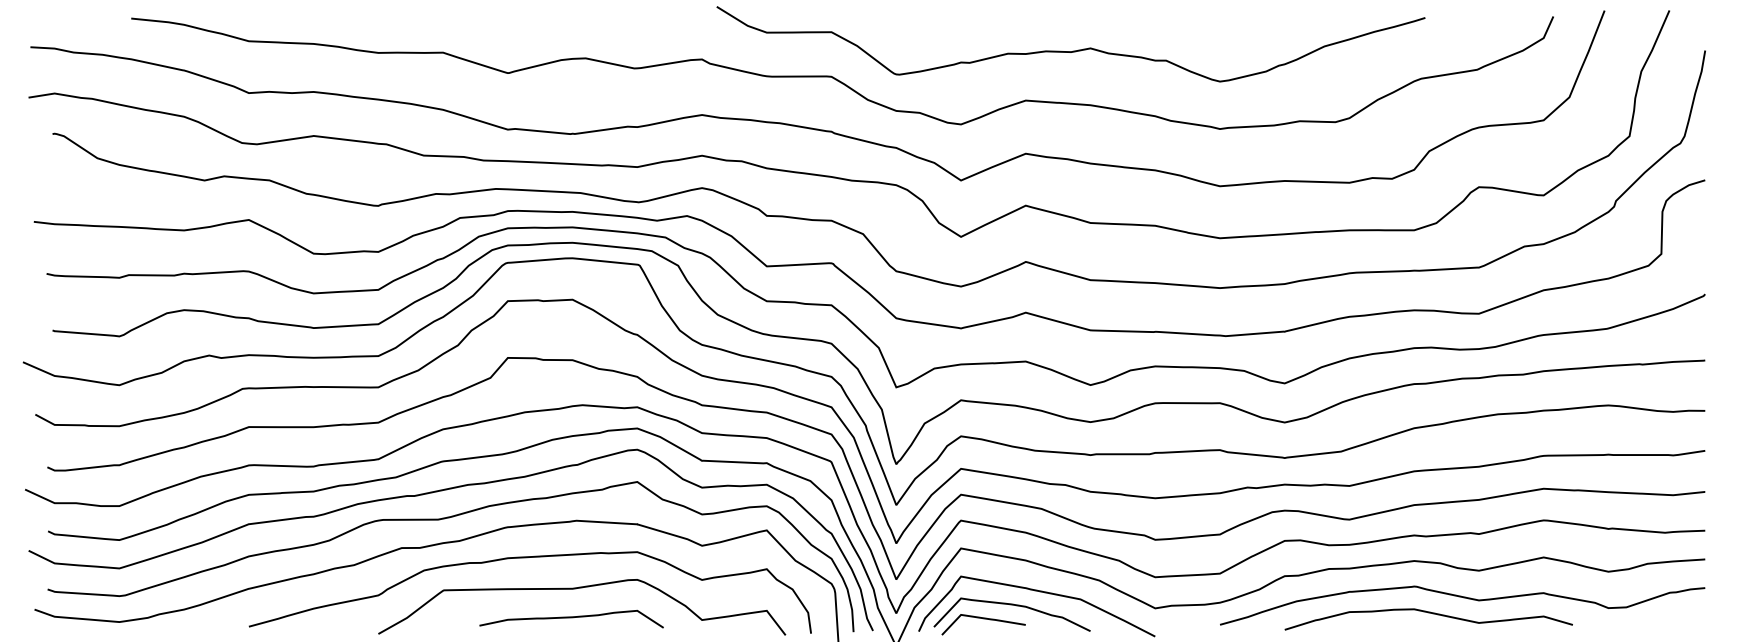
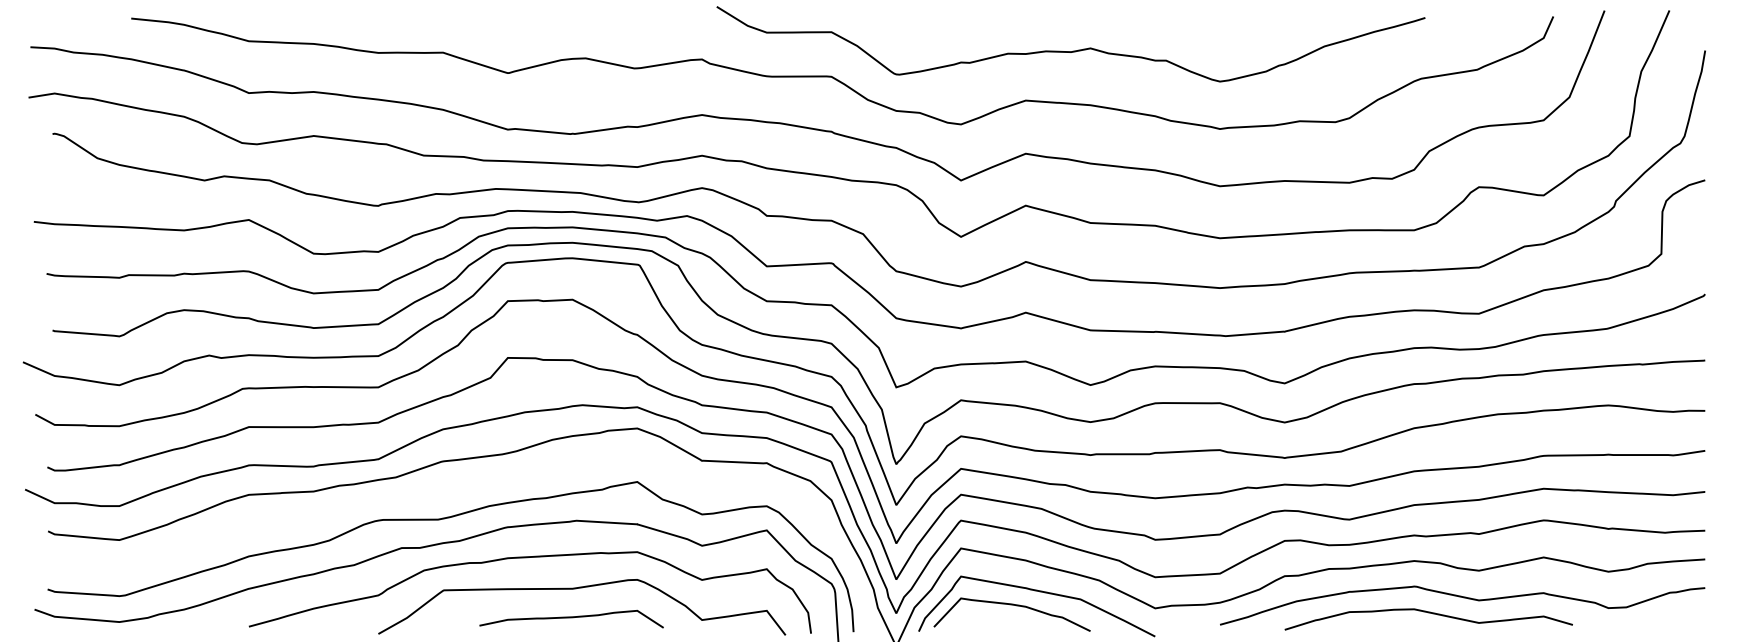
curve at (442, 491): present -> none
line at (983, 619): present -> none
